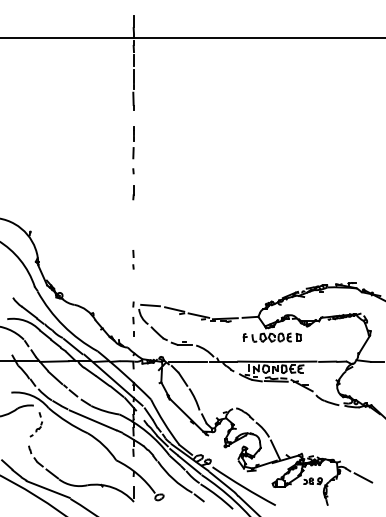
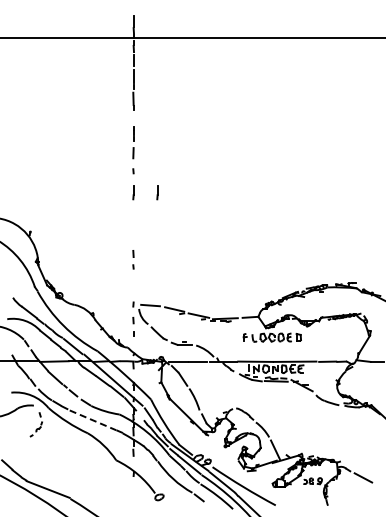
line at (157, 192): none -> present
line at (93, 420): solid -> dashed
part at (84, 484): present -> none
